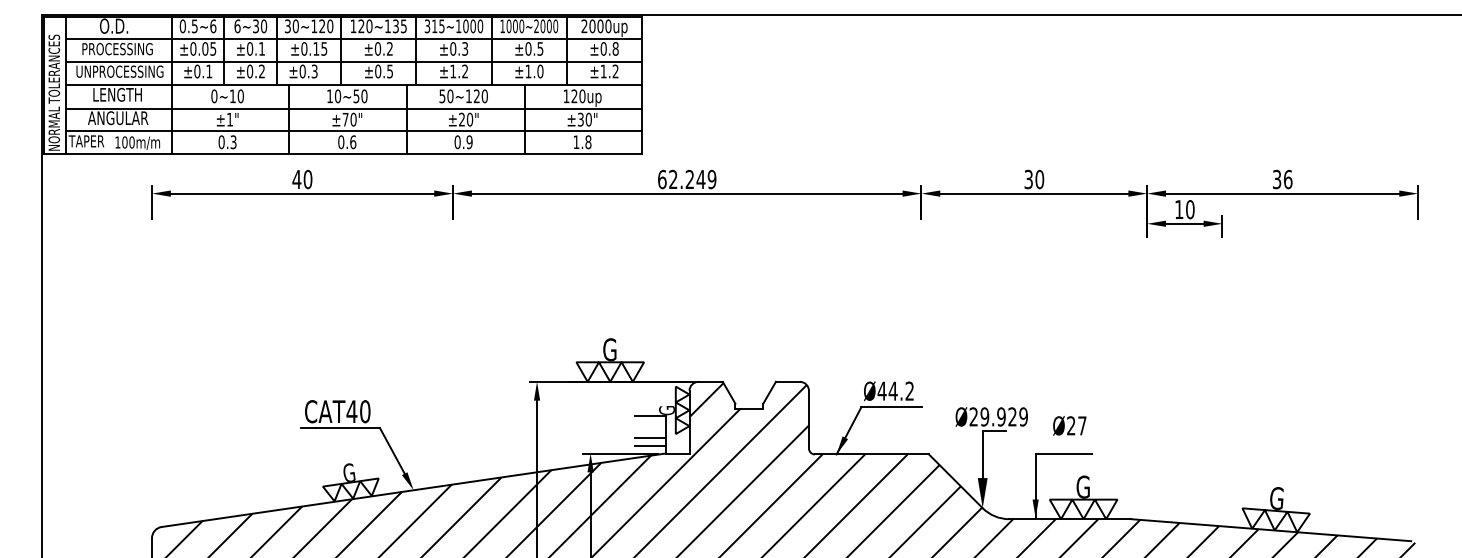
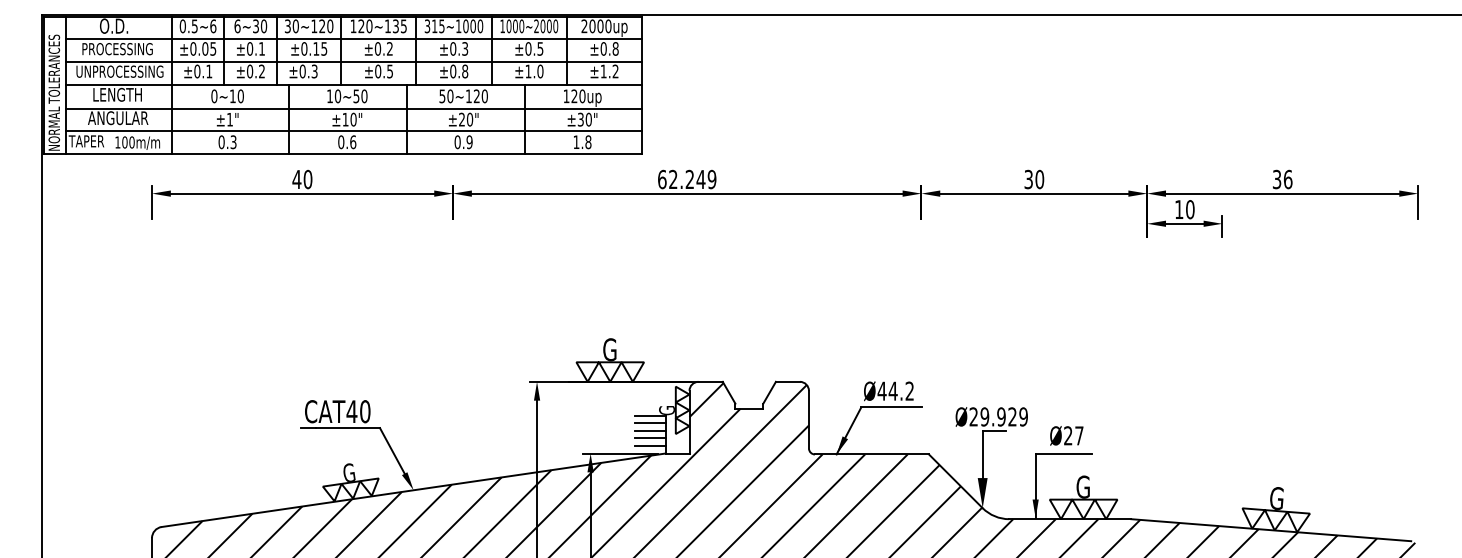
text at (459, 71): ±1.2 -> ±0.8
text at (345, 119): ±70" -> ±10"
line at (650, 423): none -> present
text at (1069, 425) position: (1069, 425) -> (1066, 435)
line at (650, 430): none -> present
